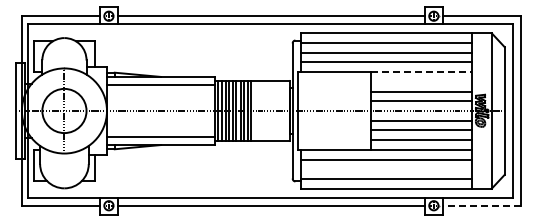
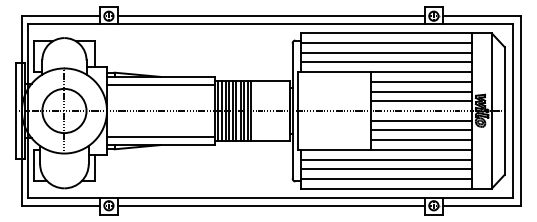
line at (421, 72): dashed -> solid
line at (421, 81): none -> present
line at (386, 169): none -> present
line at (482, 205): dashed -> solid
